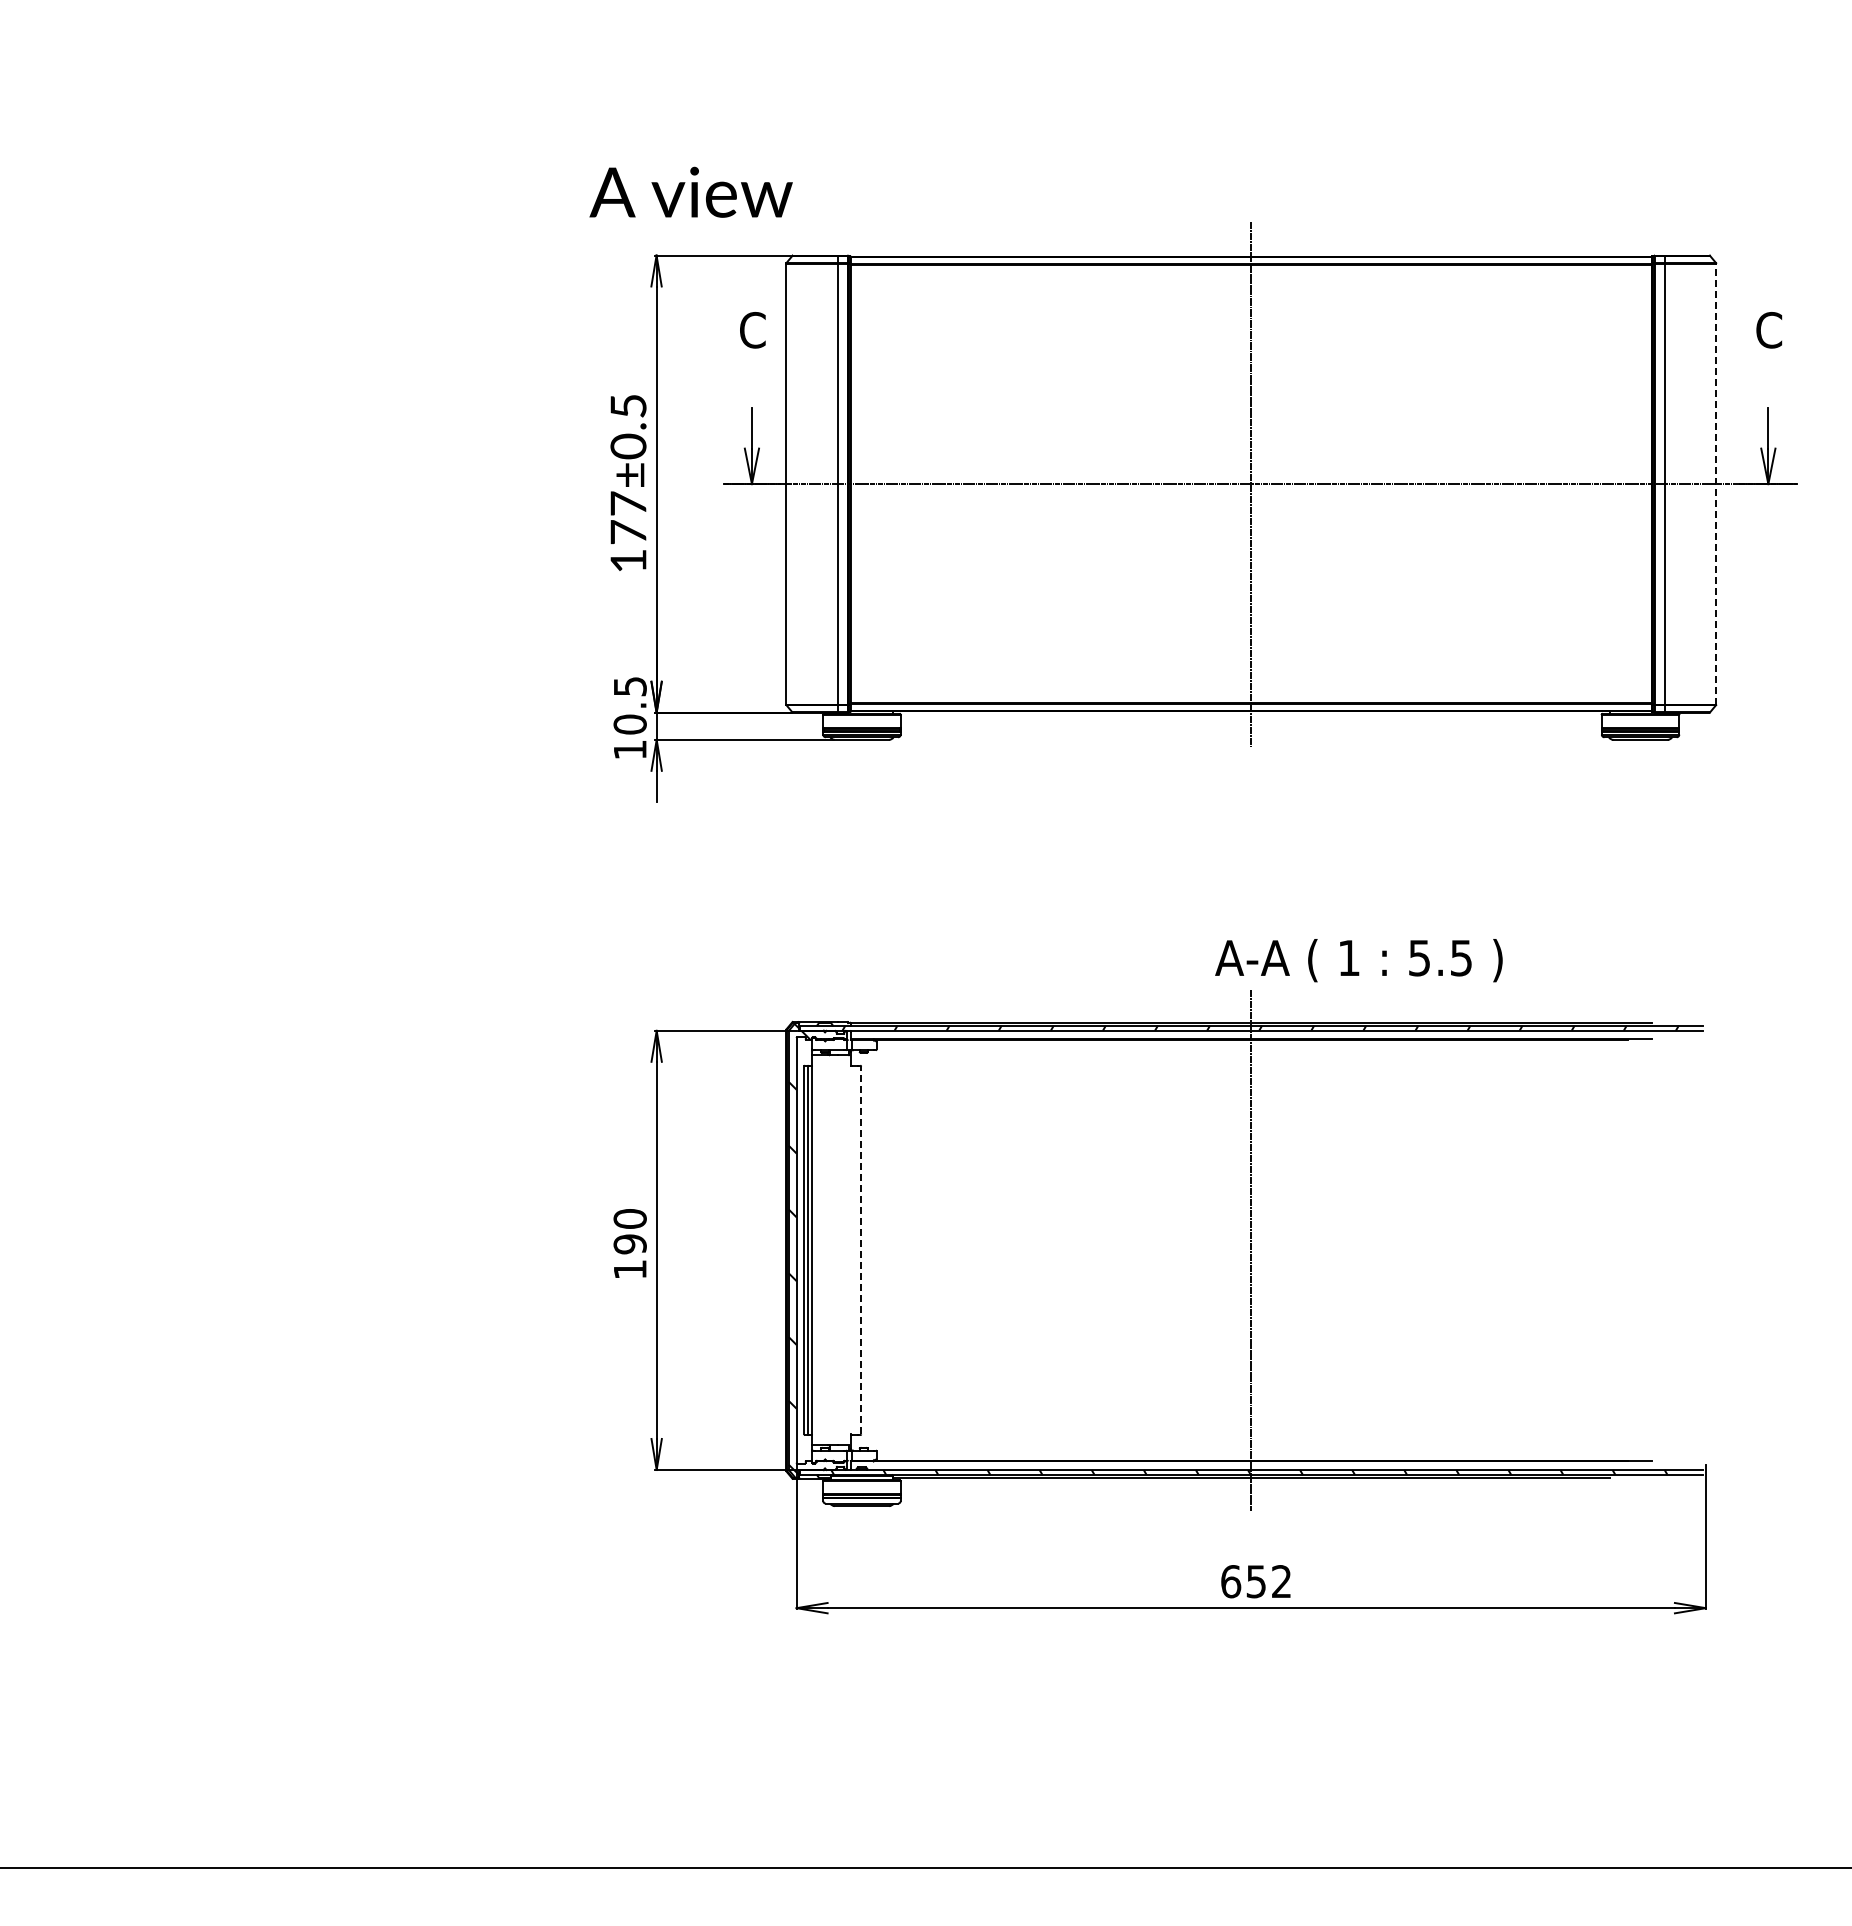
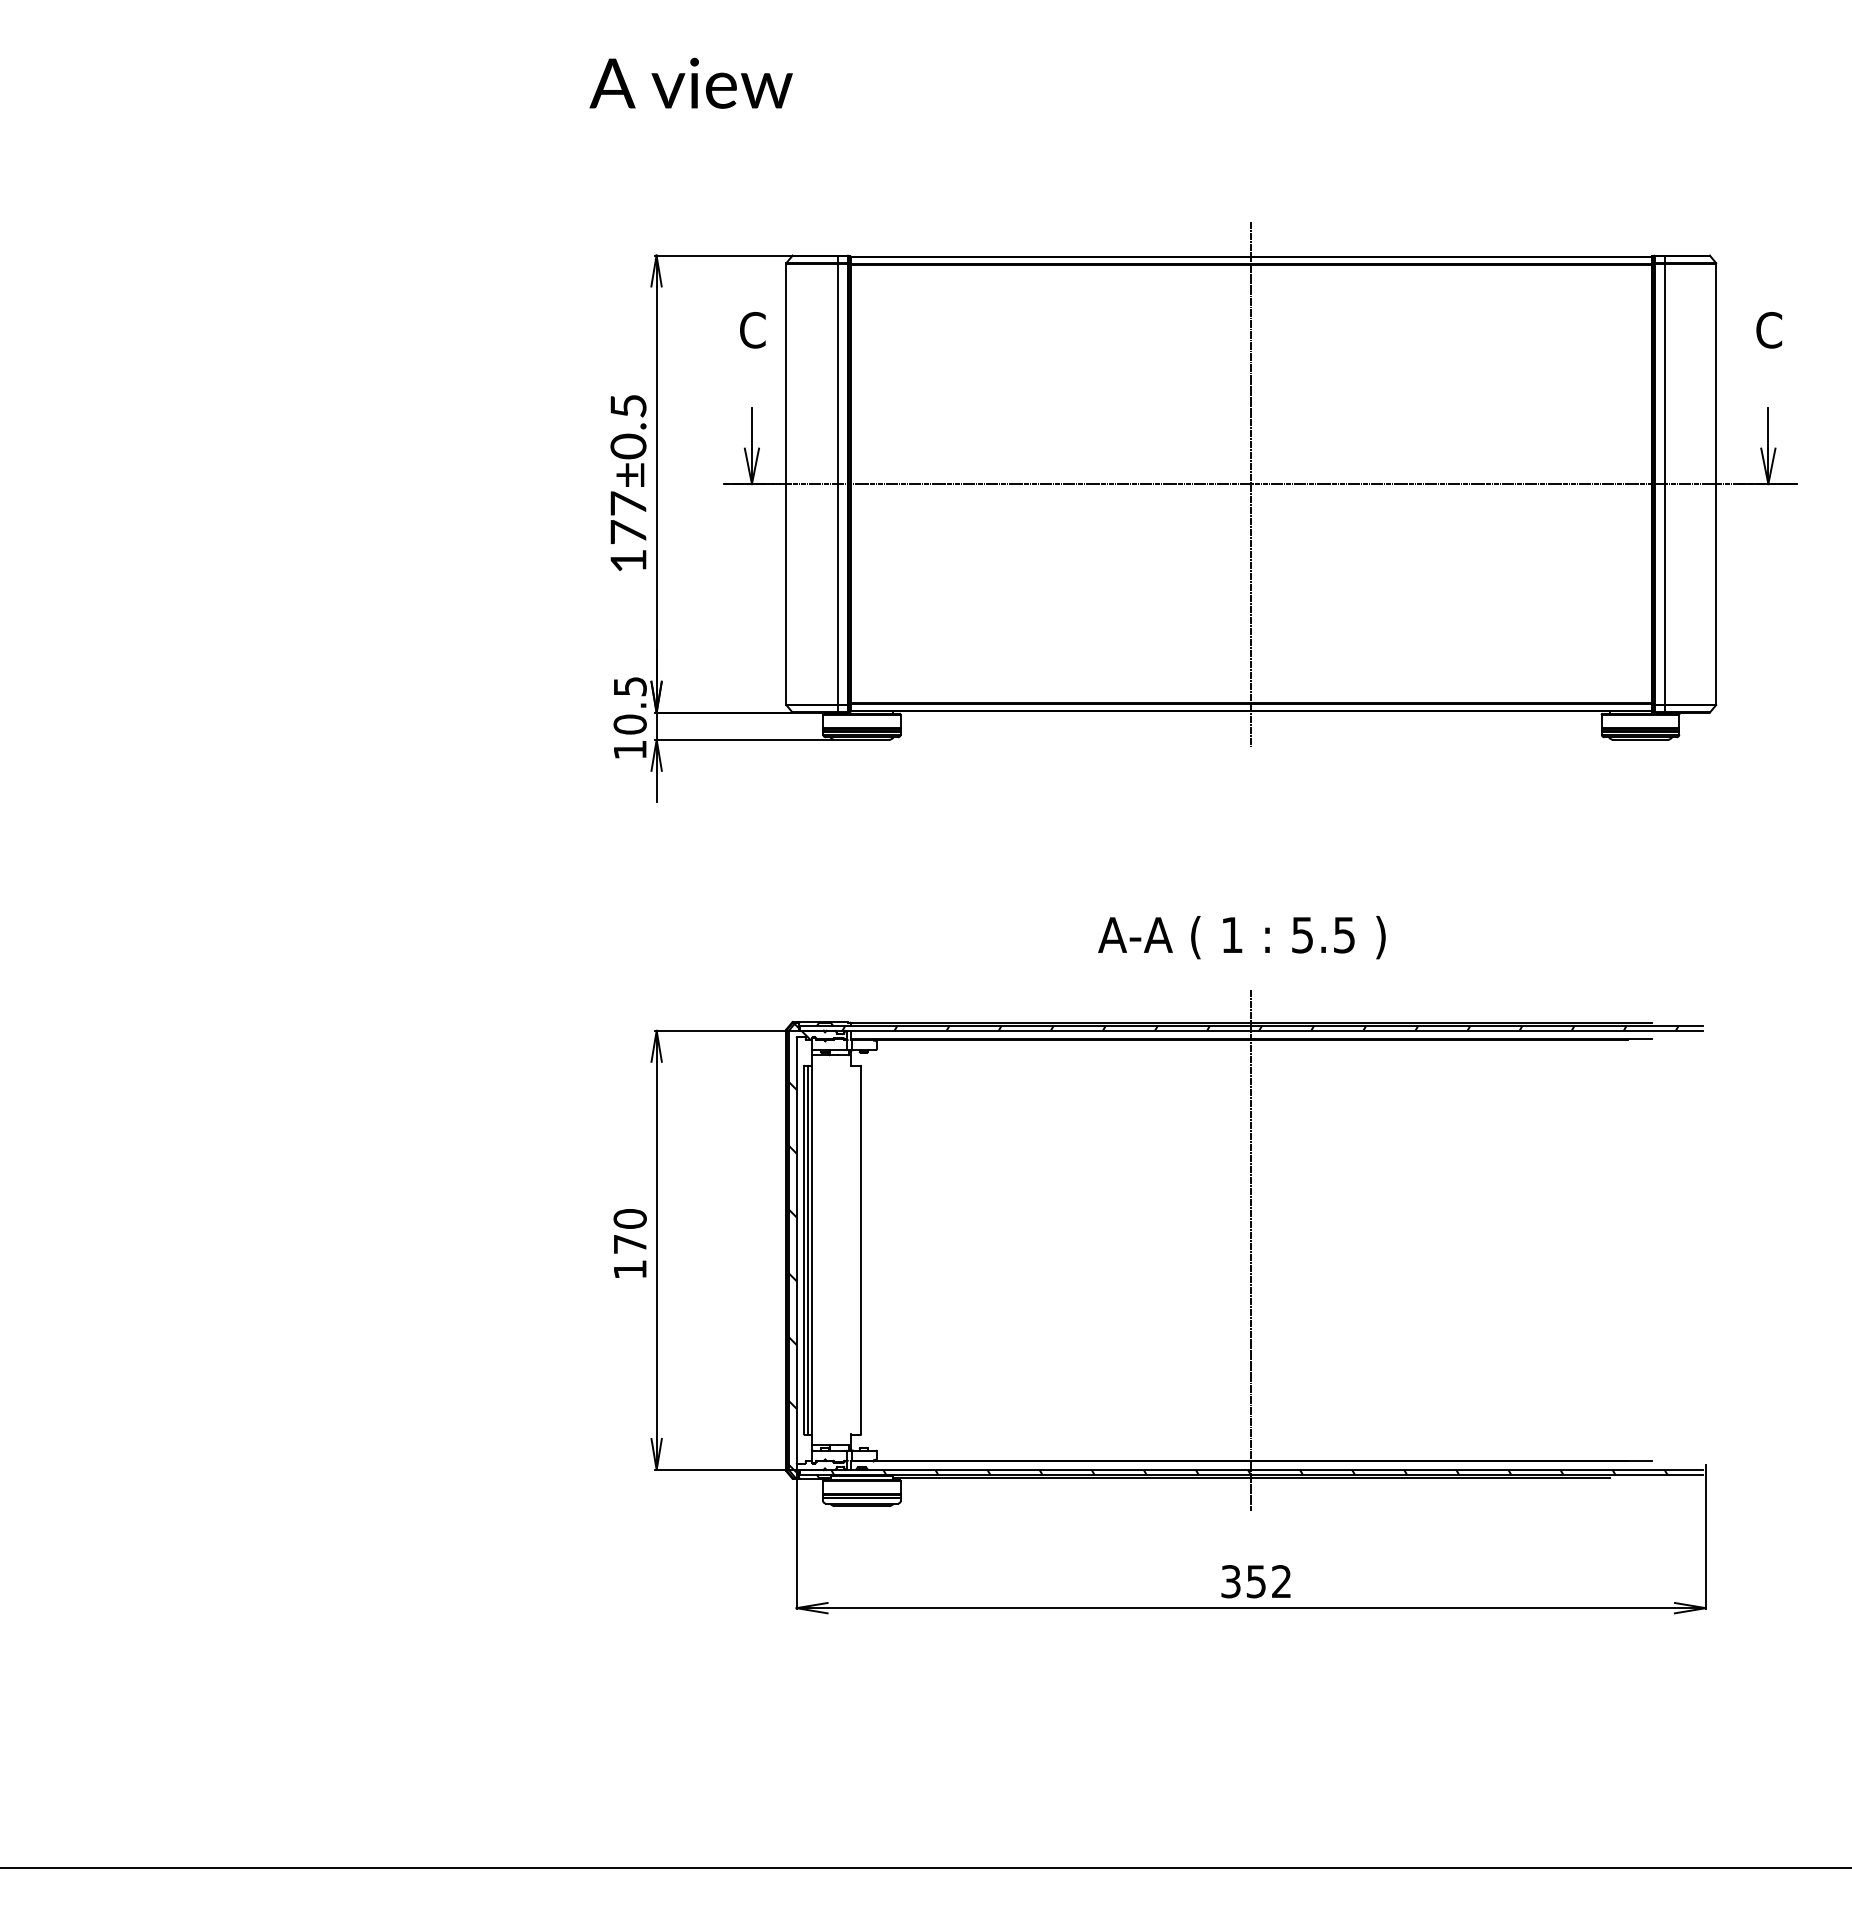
text at (690, 191) position: (690, 191) -> (690, 82)
line at (1716, 484): dashed -> solid
text at (1358, 960) position: (1358, 960) -> (1241, 937)
text at (629, 1244): 190 -> 170
line at (861, 1250): dashed -> solid
text at (1231, 1581): 652 -> 352
